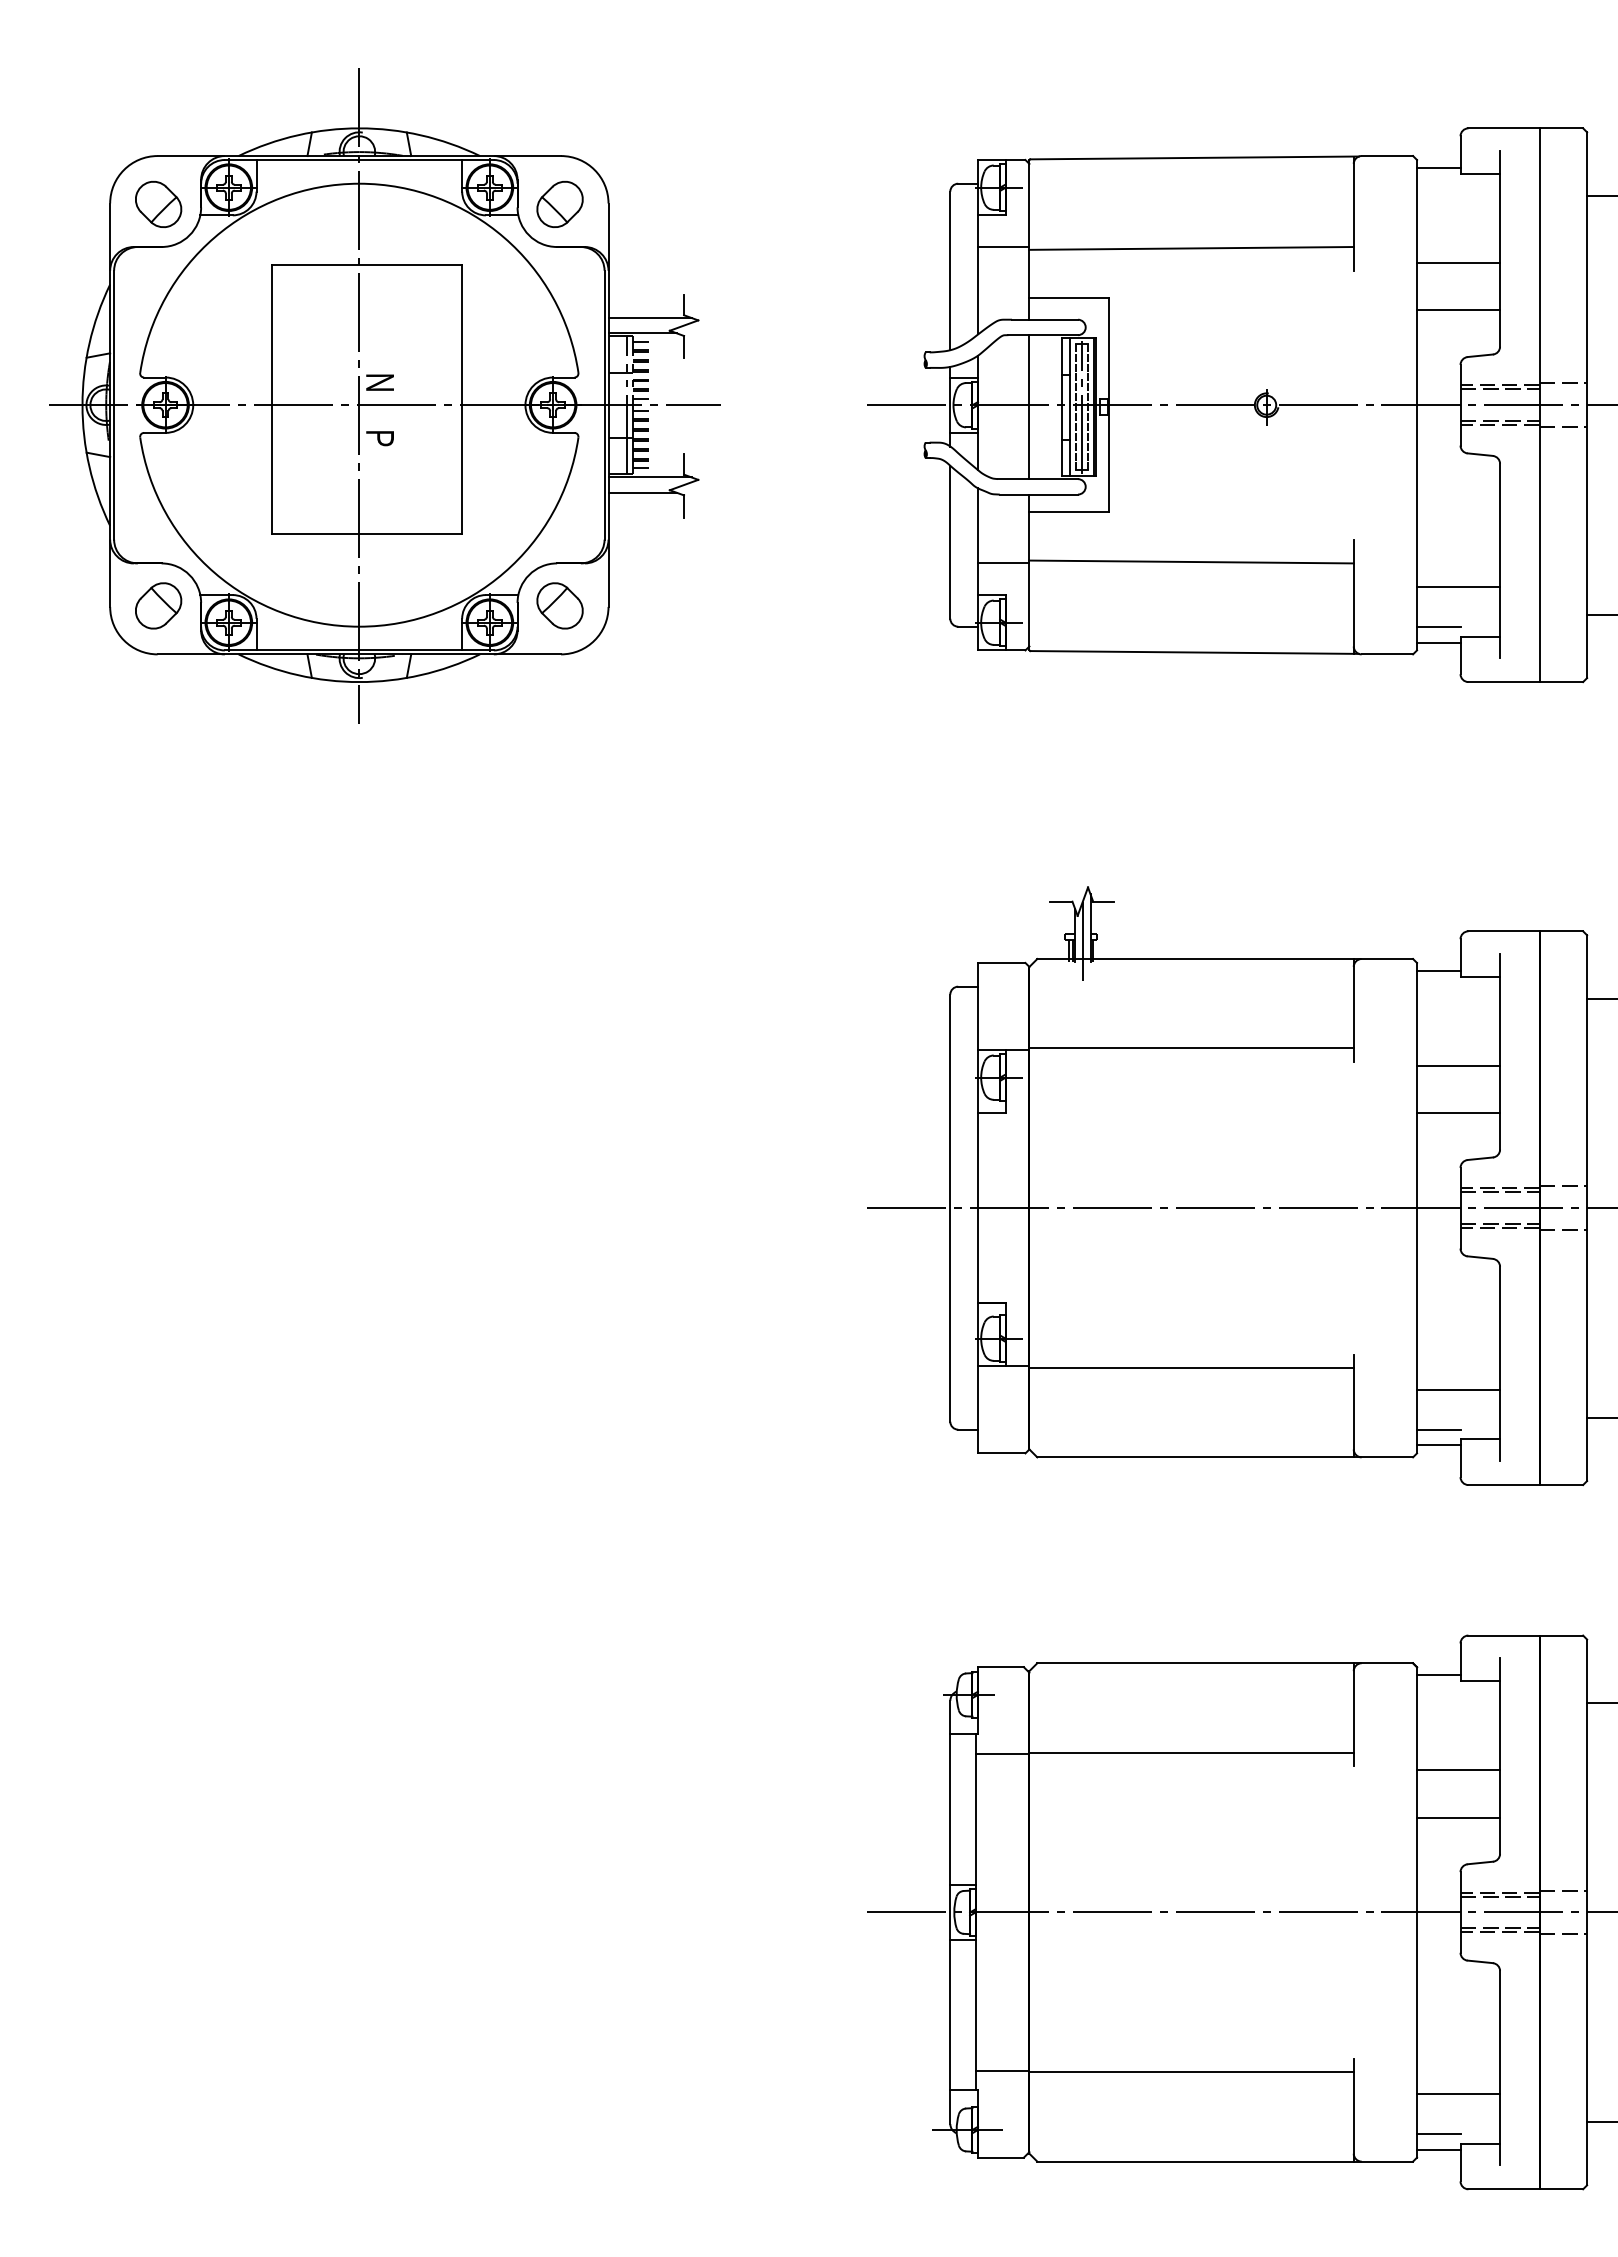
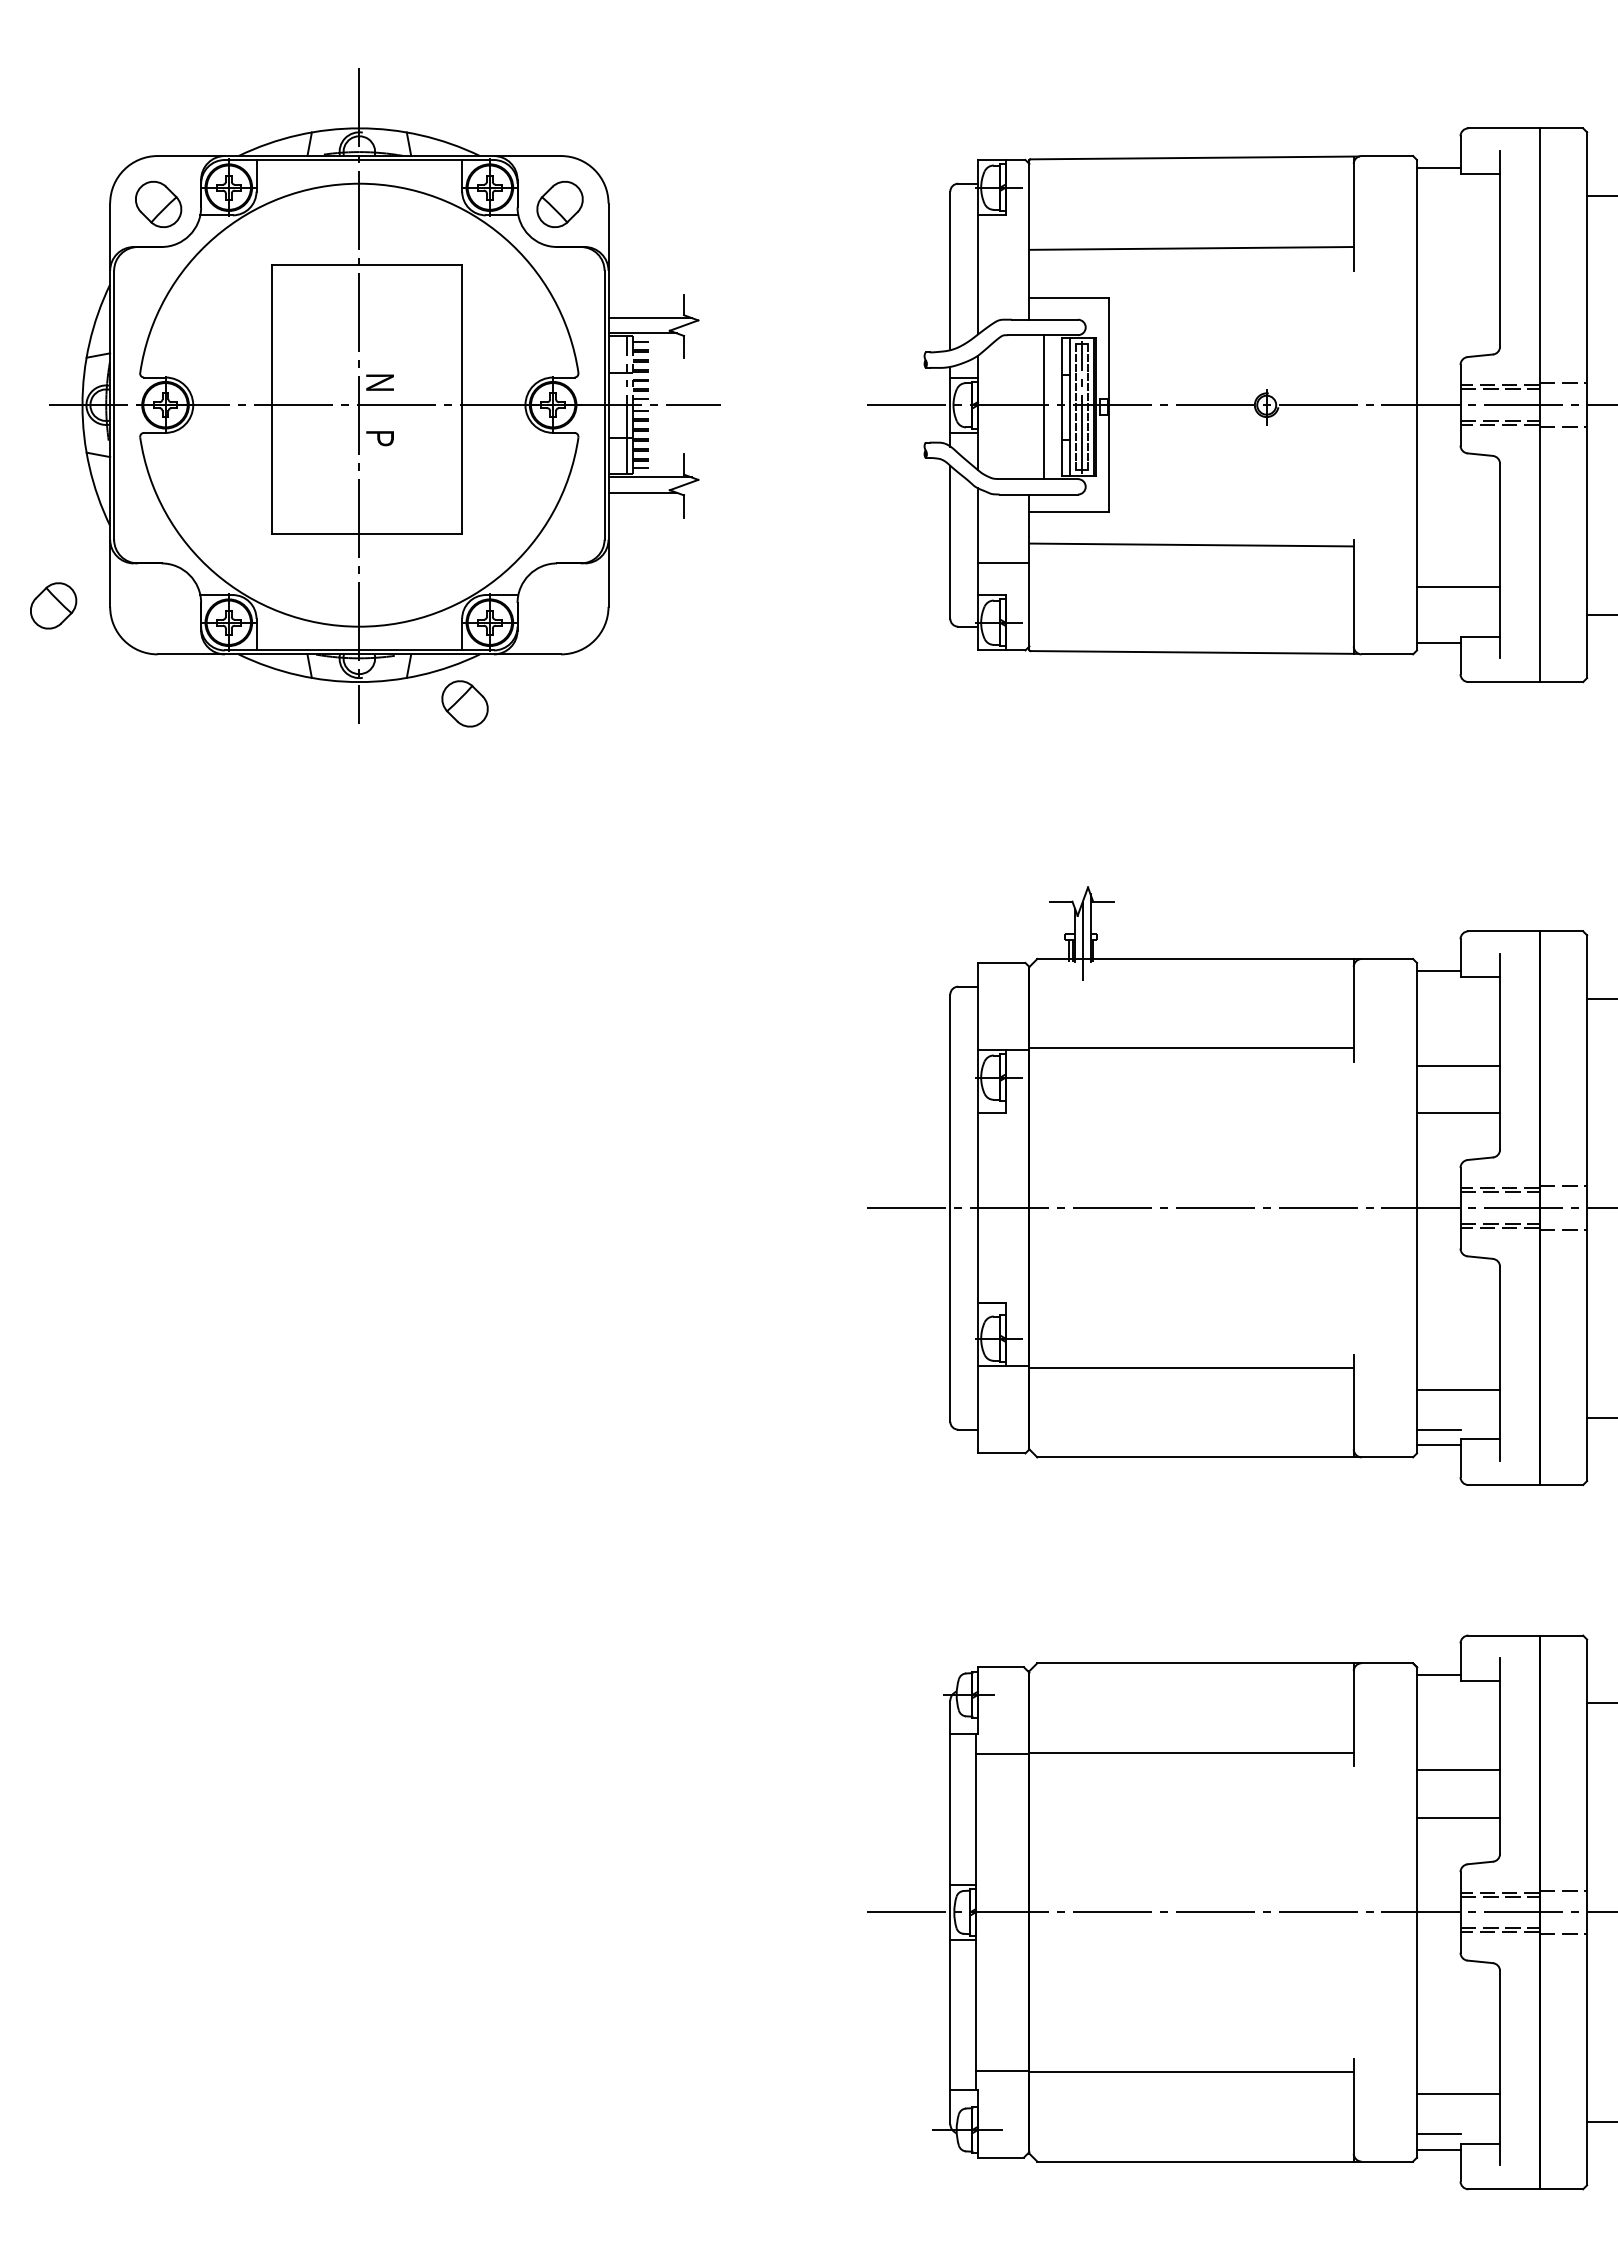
line at (1003, 247): present -> none
line at (1458, 262): present -> none
line at (1458, 310): present -> none
line at (1029, 407) position: (1029, 407) -> (1044, 407)
line at (1191, 561) position: (1191, 561) -> (1191, 544)
part at (158, 605) position: (158, 605) -> (53, 605)
part at (559, 605) position: (559, 605) -> (464, 703)
line at (1438, 626): present -> none
